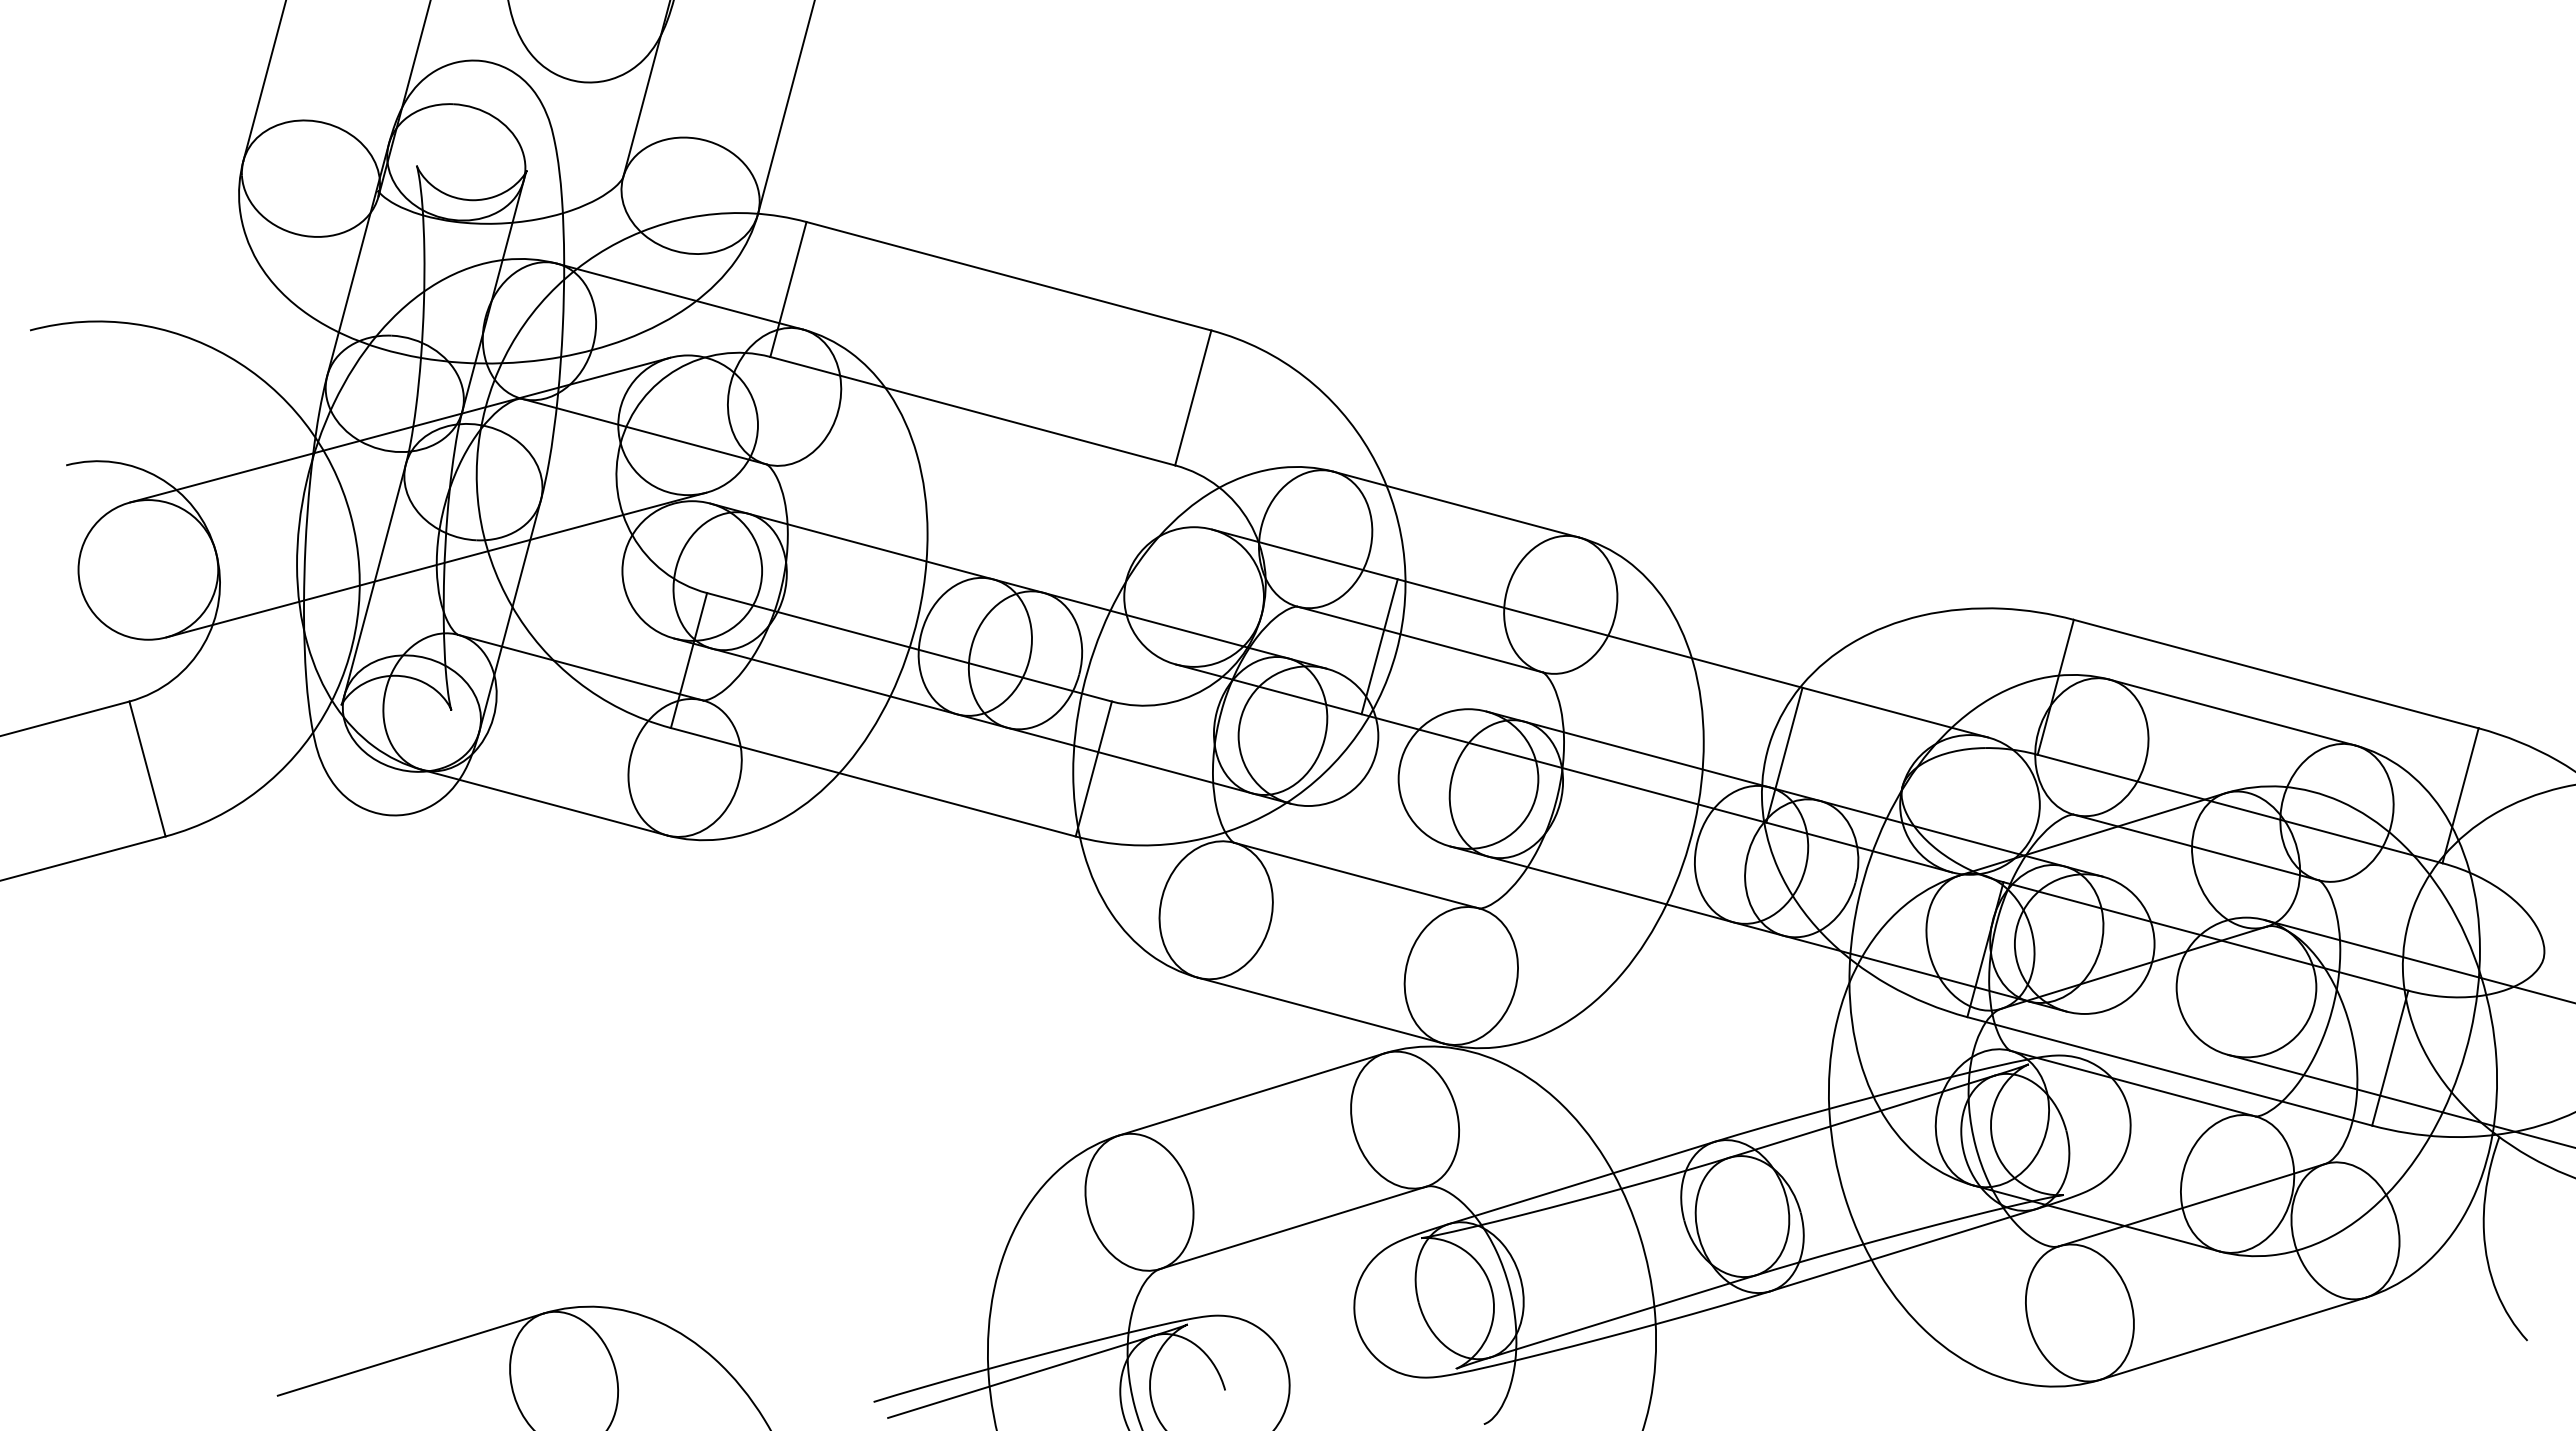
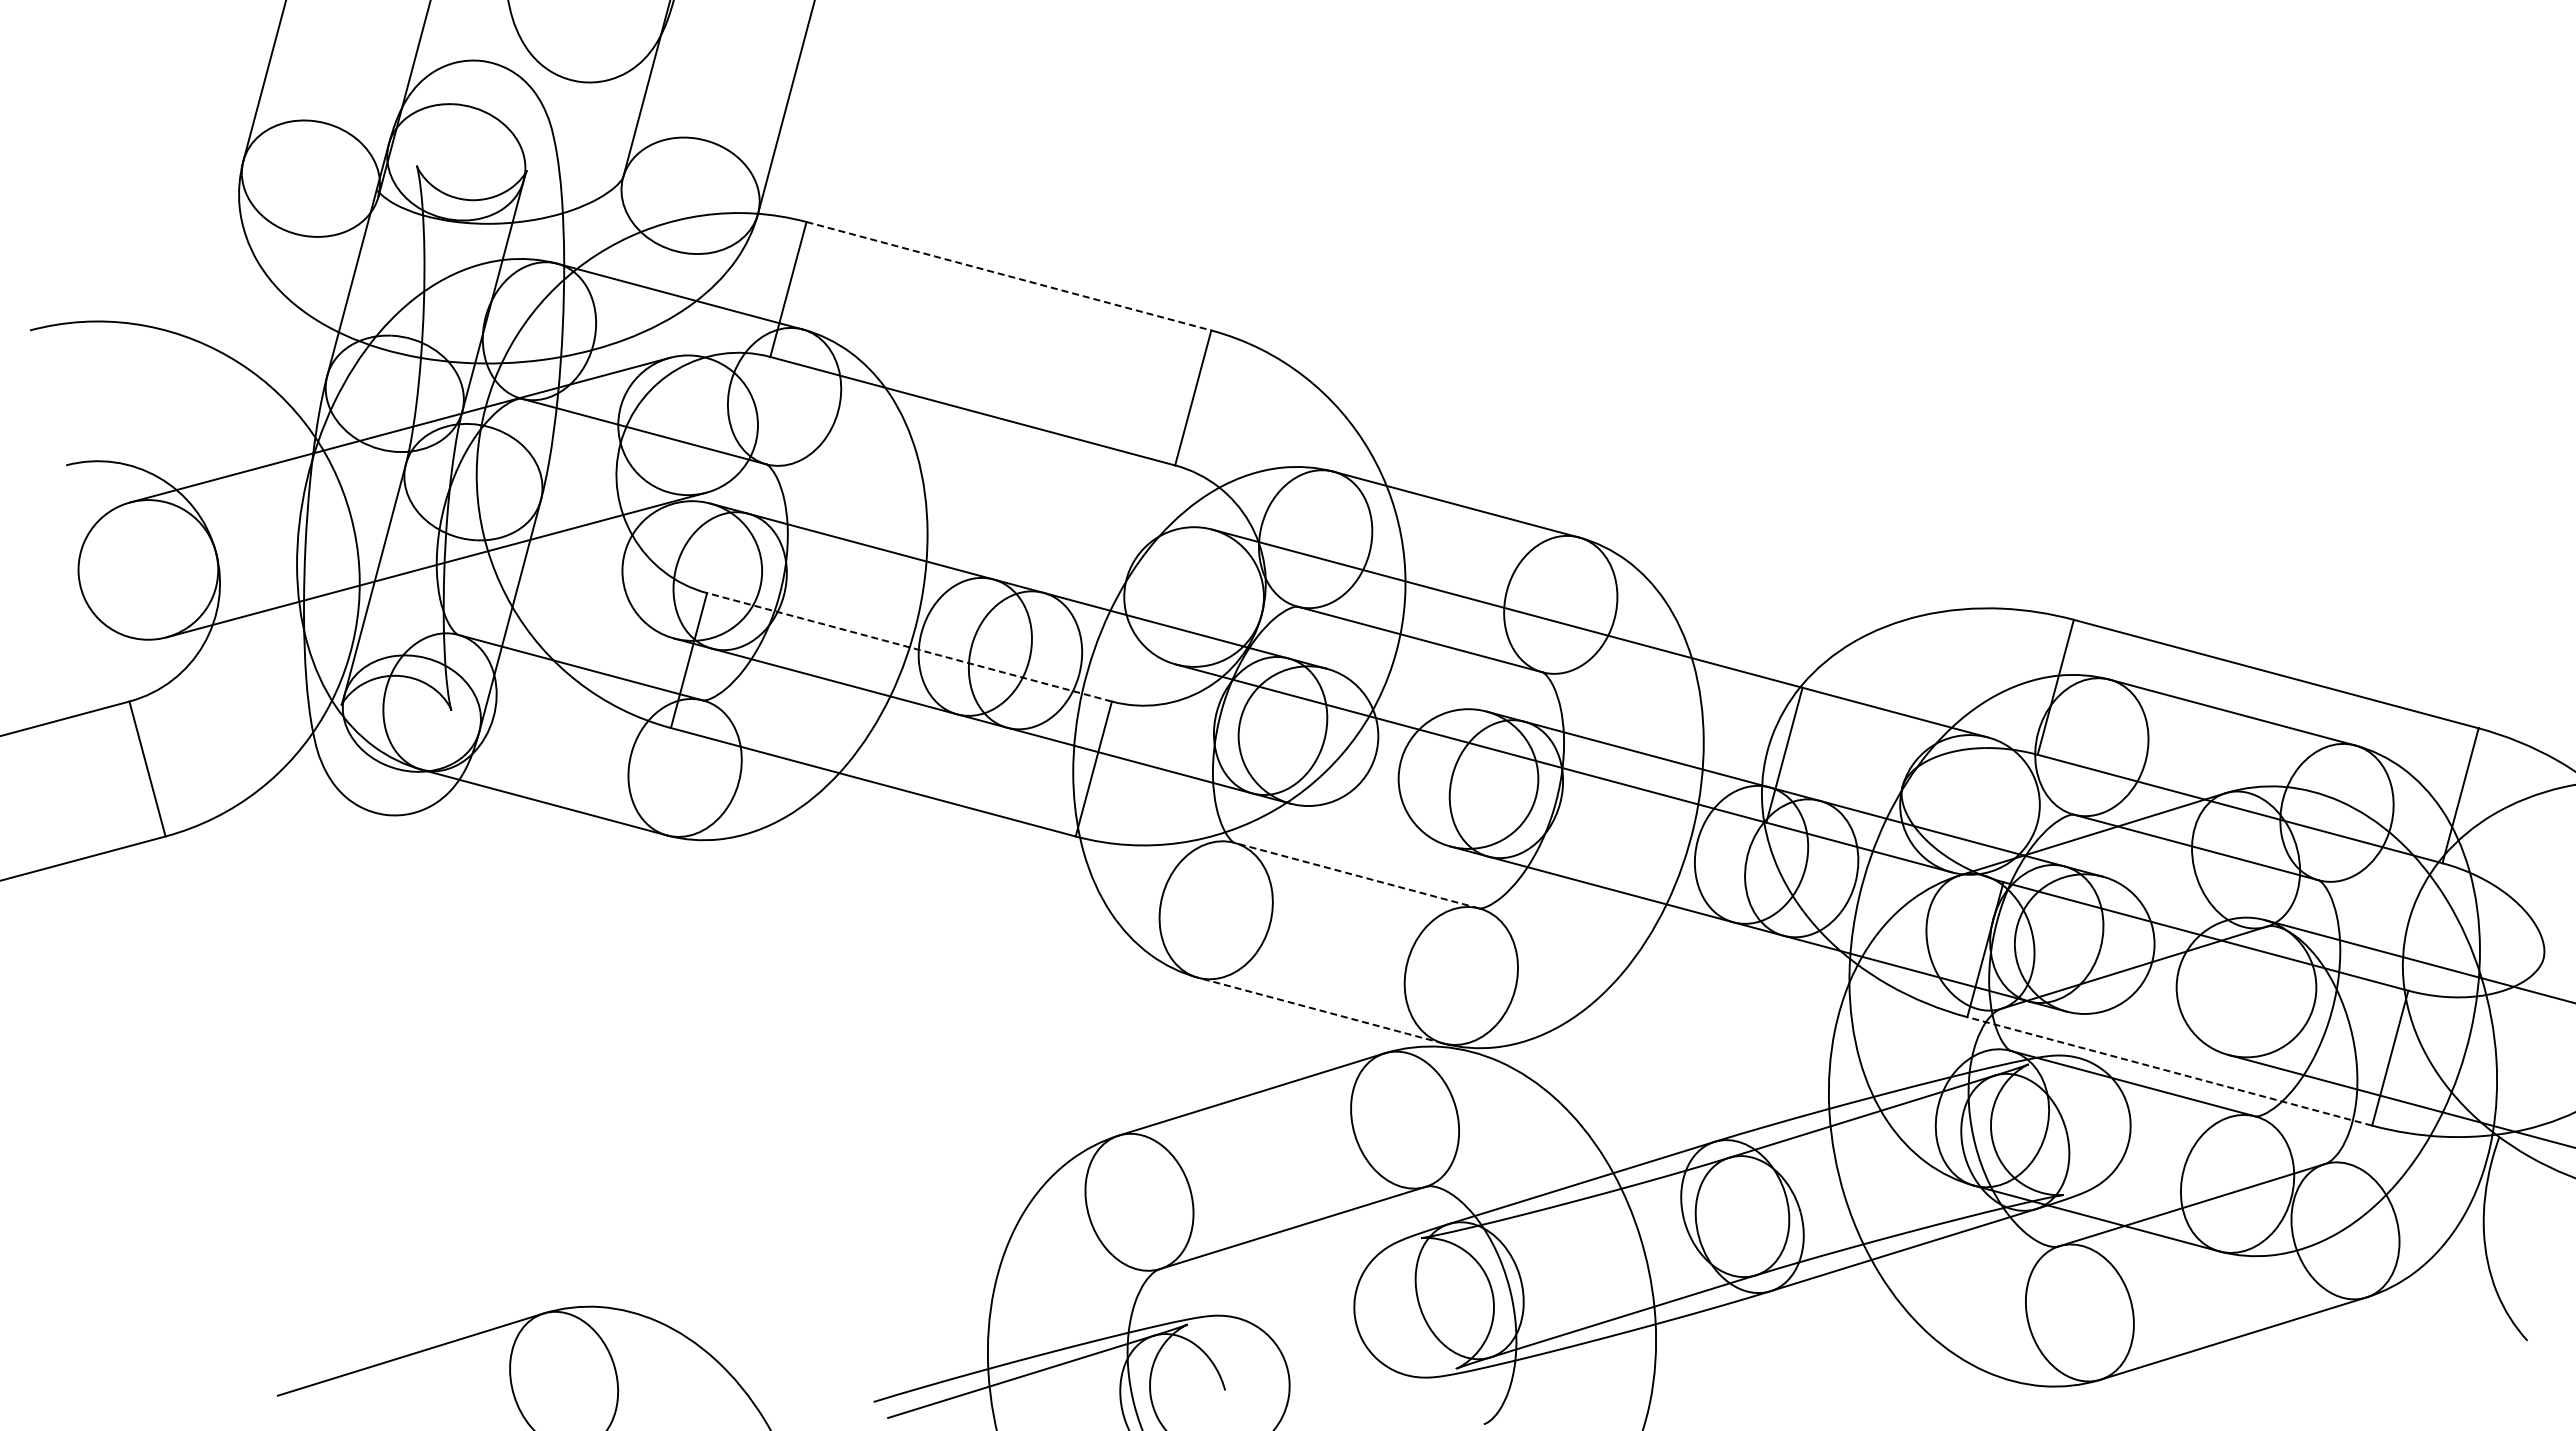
line at (1008, 276): solid -> dashed
line at (1379, 646): present -> none
line at (909, 647): solid -> dashed
line at (1356, 875): solid -> dashed
line at (1320, 1010): solid -> dashed
line at (2169, 1071): solid -> dashed
